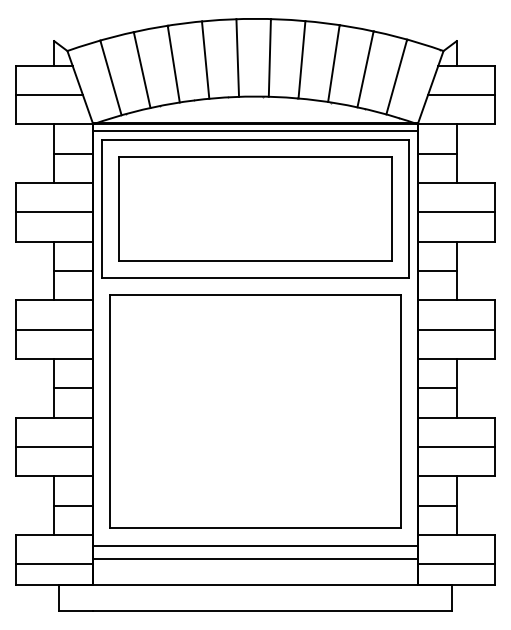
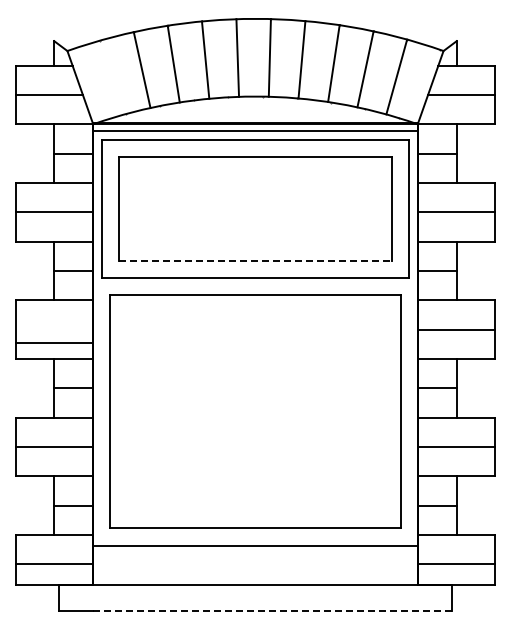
line at (110, 77): present -> none
line at (255, 260): solid -> dashed
line at (54, 329) position: (54, 329) -> (54, 342)
line at (255, 559): present -> none
line at (272, 611): solid -> dashed
